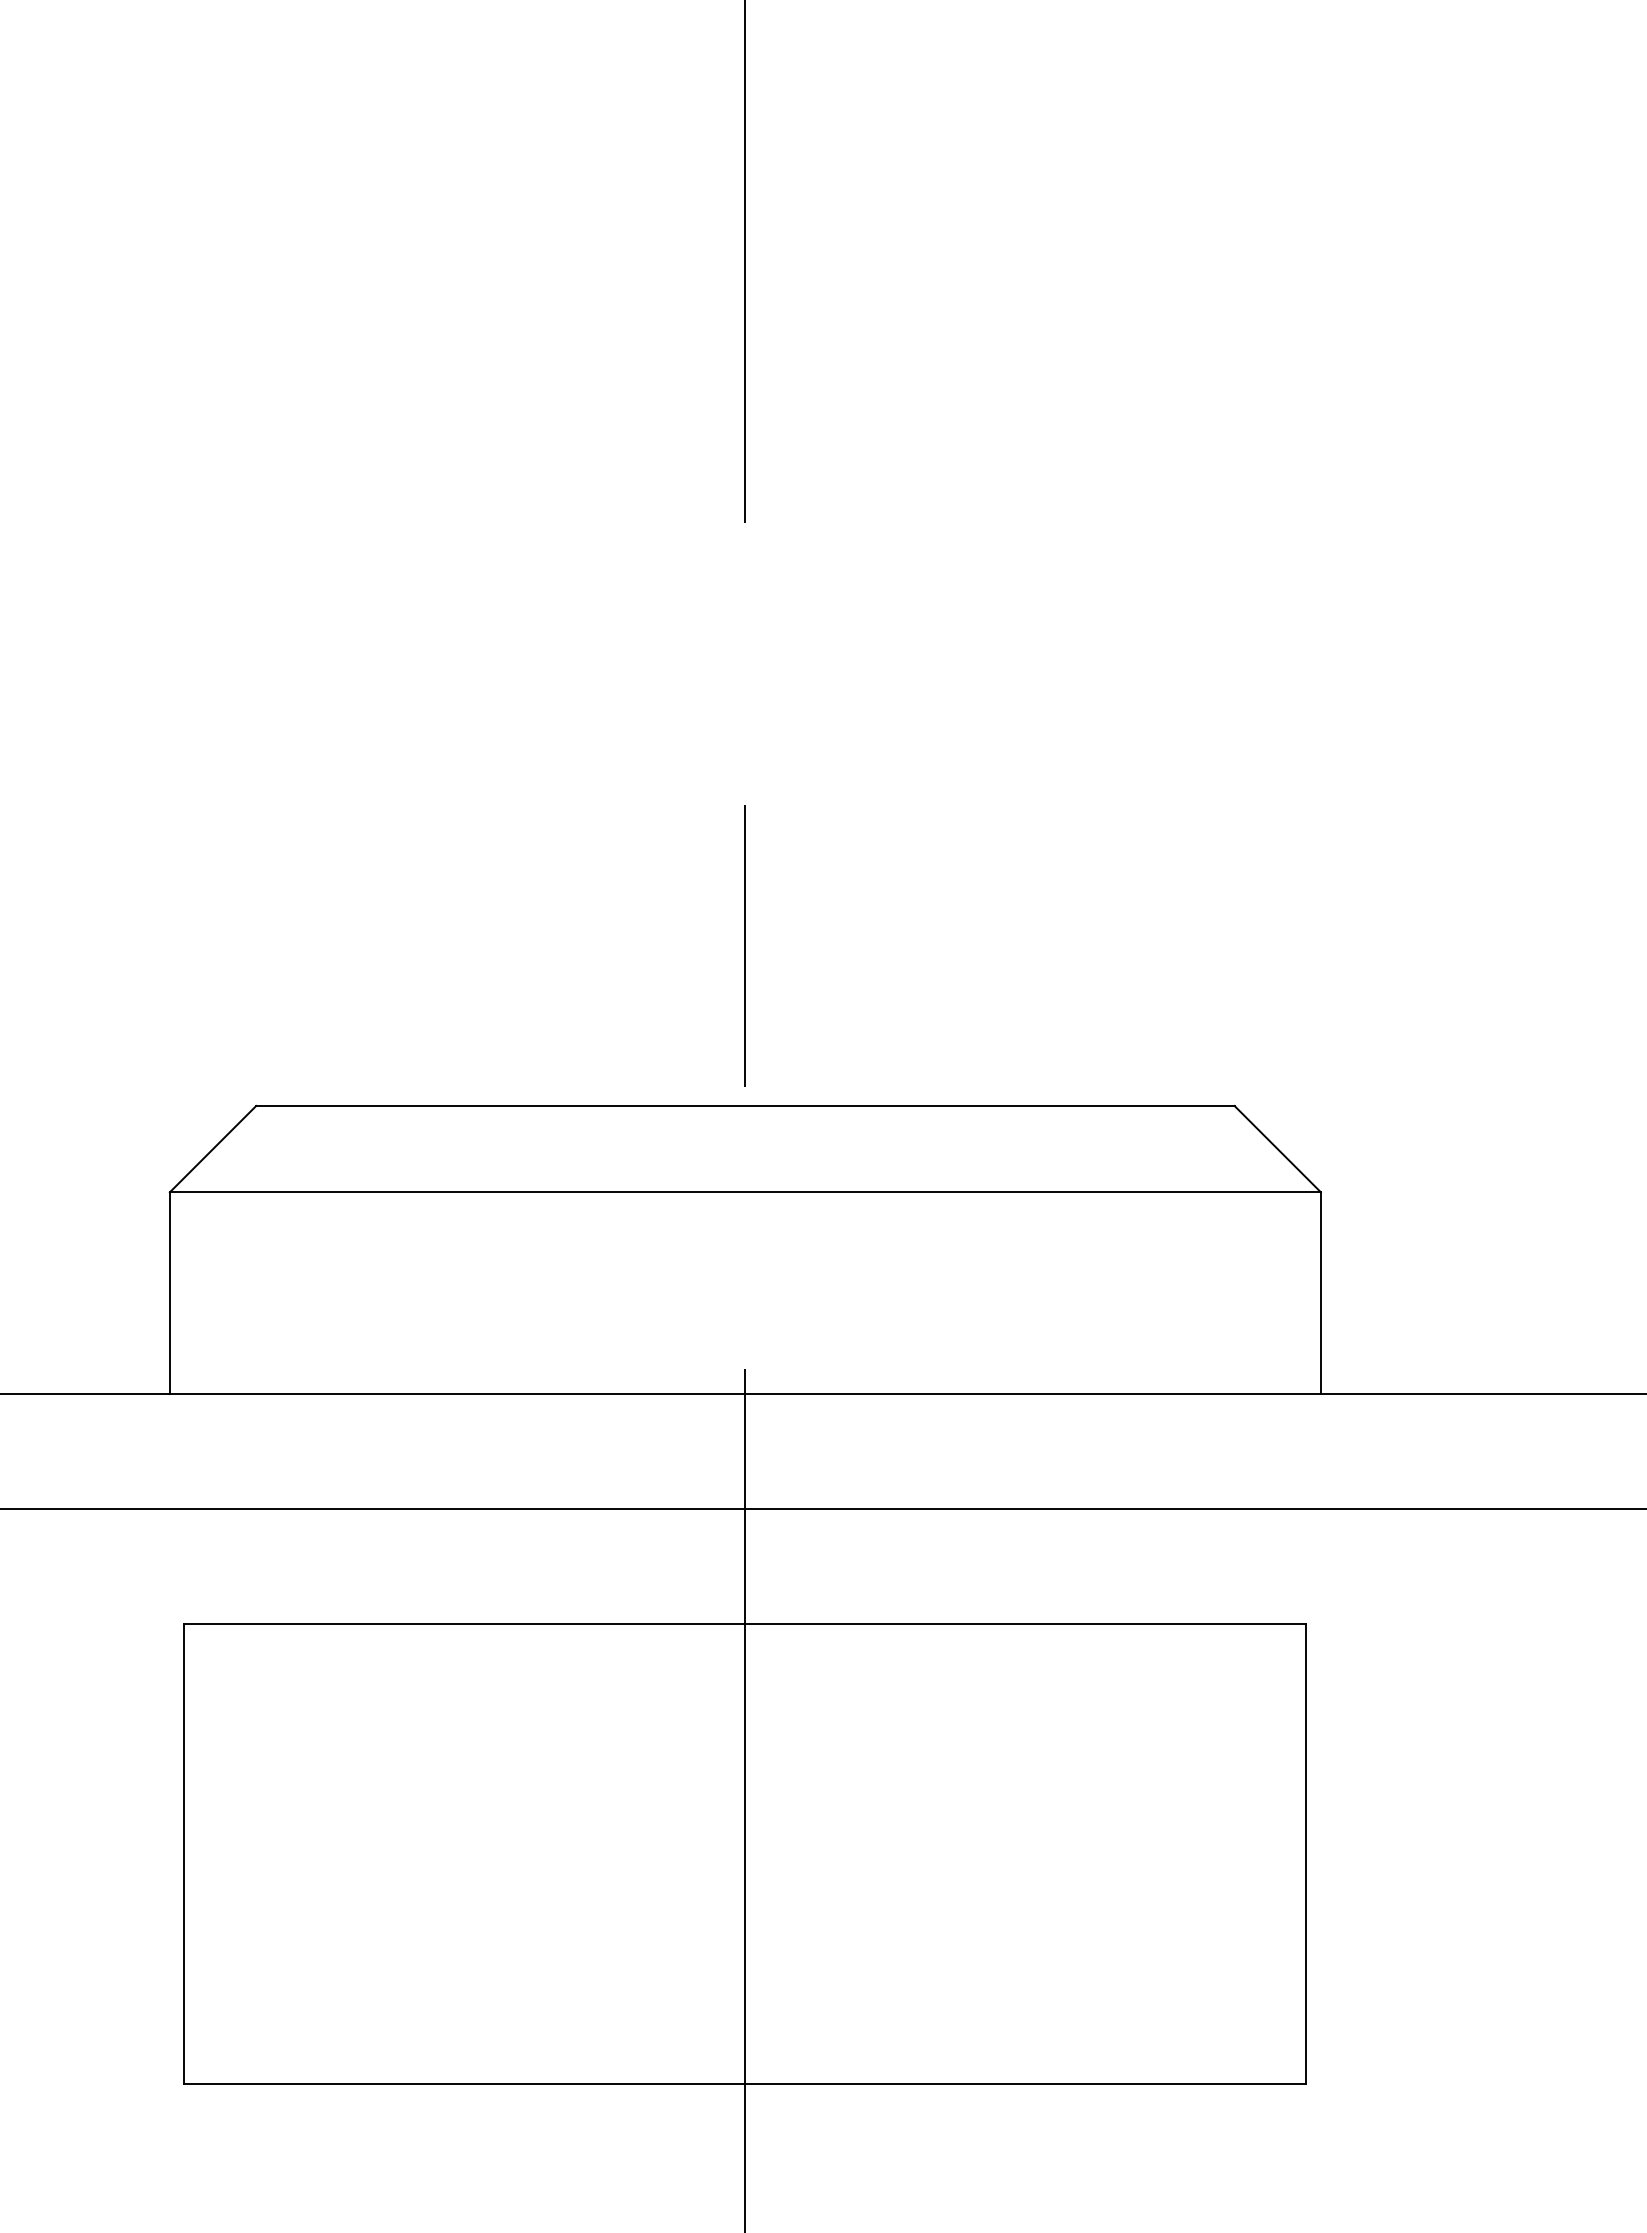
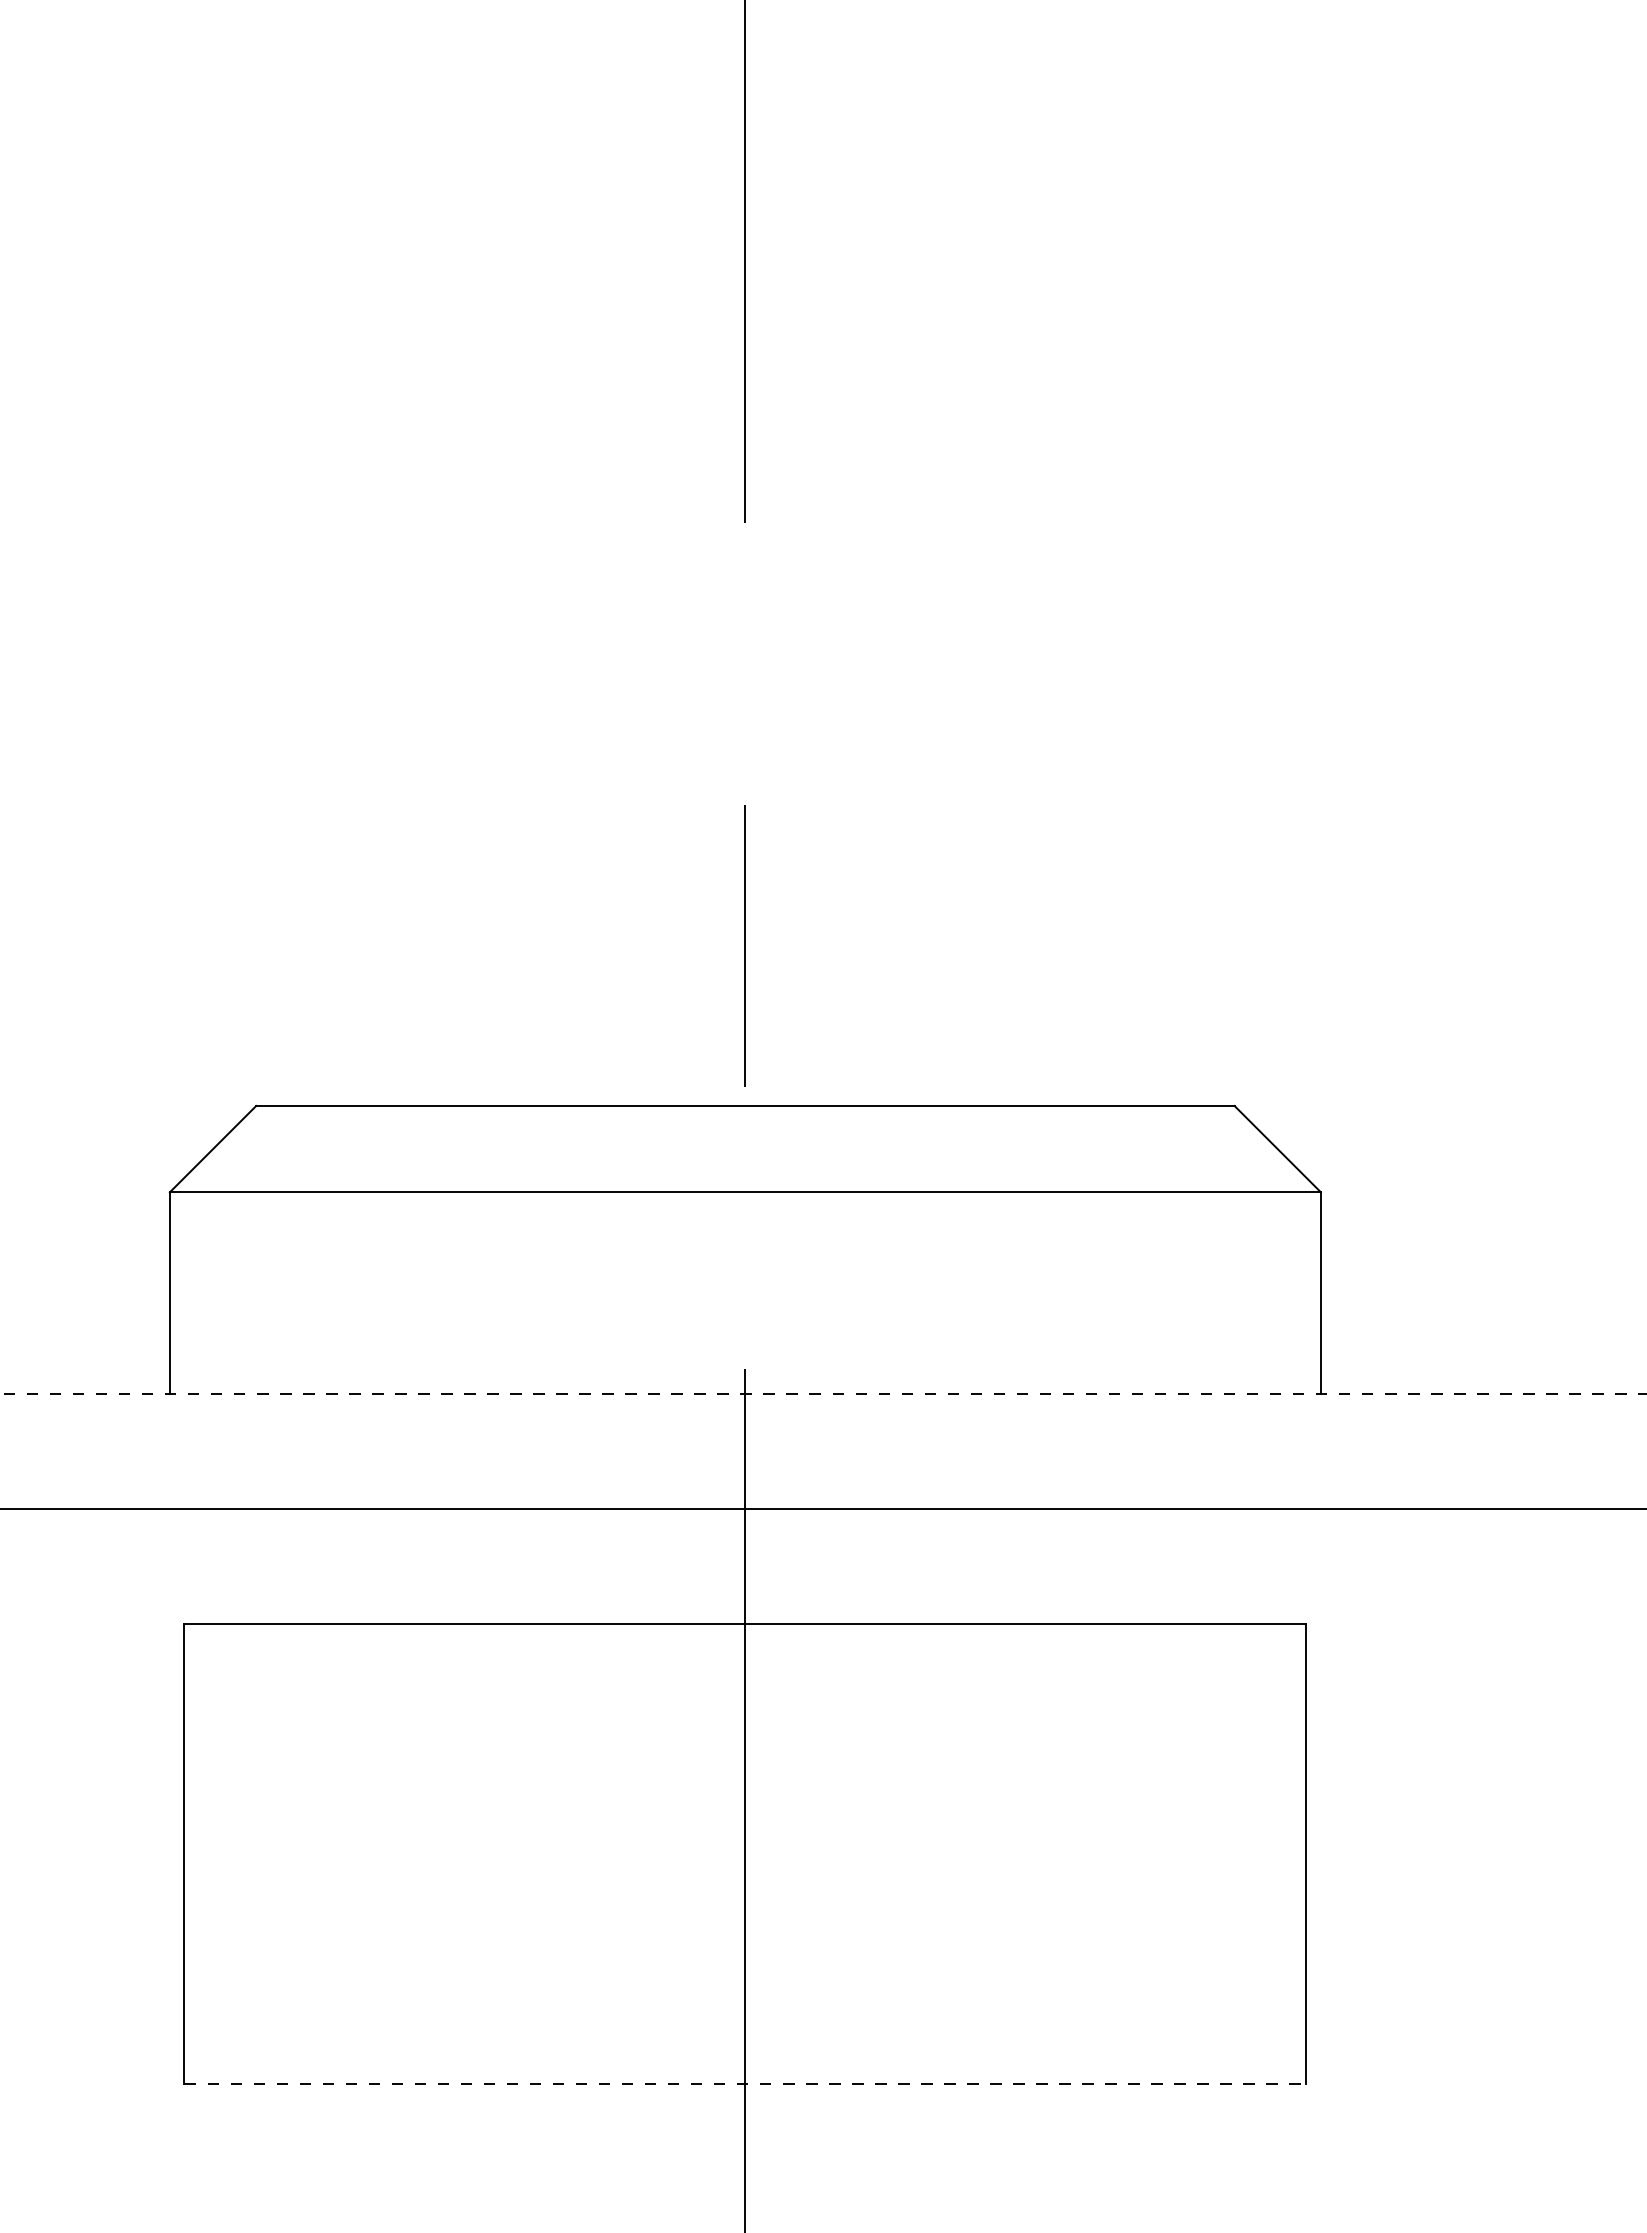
line at (823, 1393): solid -> dashed
line at (745, 2084): solid -> dashed
